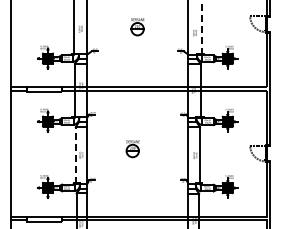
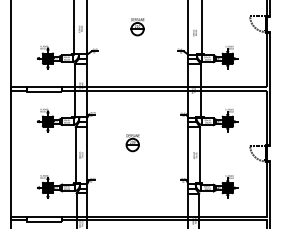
line at (201, 27): dashed -> solid
part at (132, 149) position: (132, 149) -> (132, 143)
line at (75, 154): dashed -> solid
